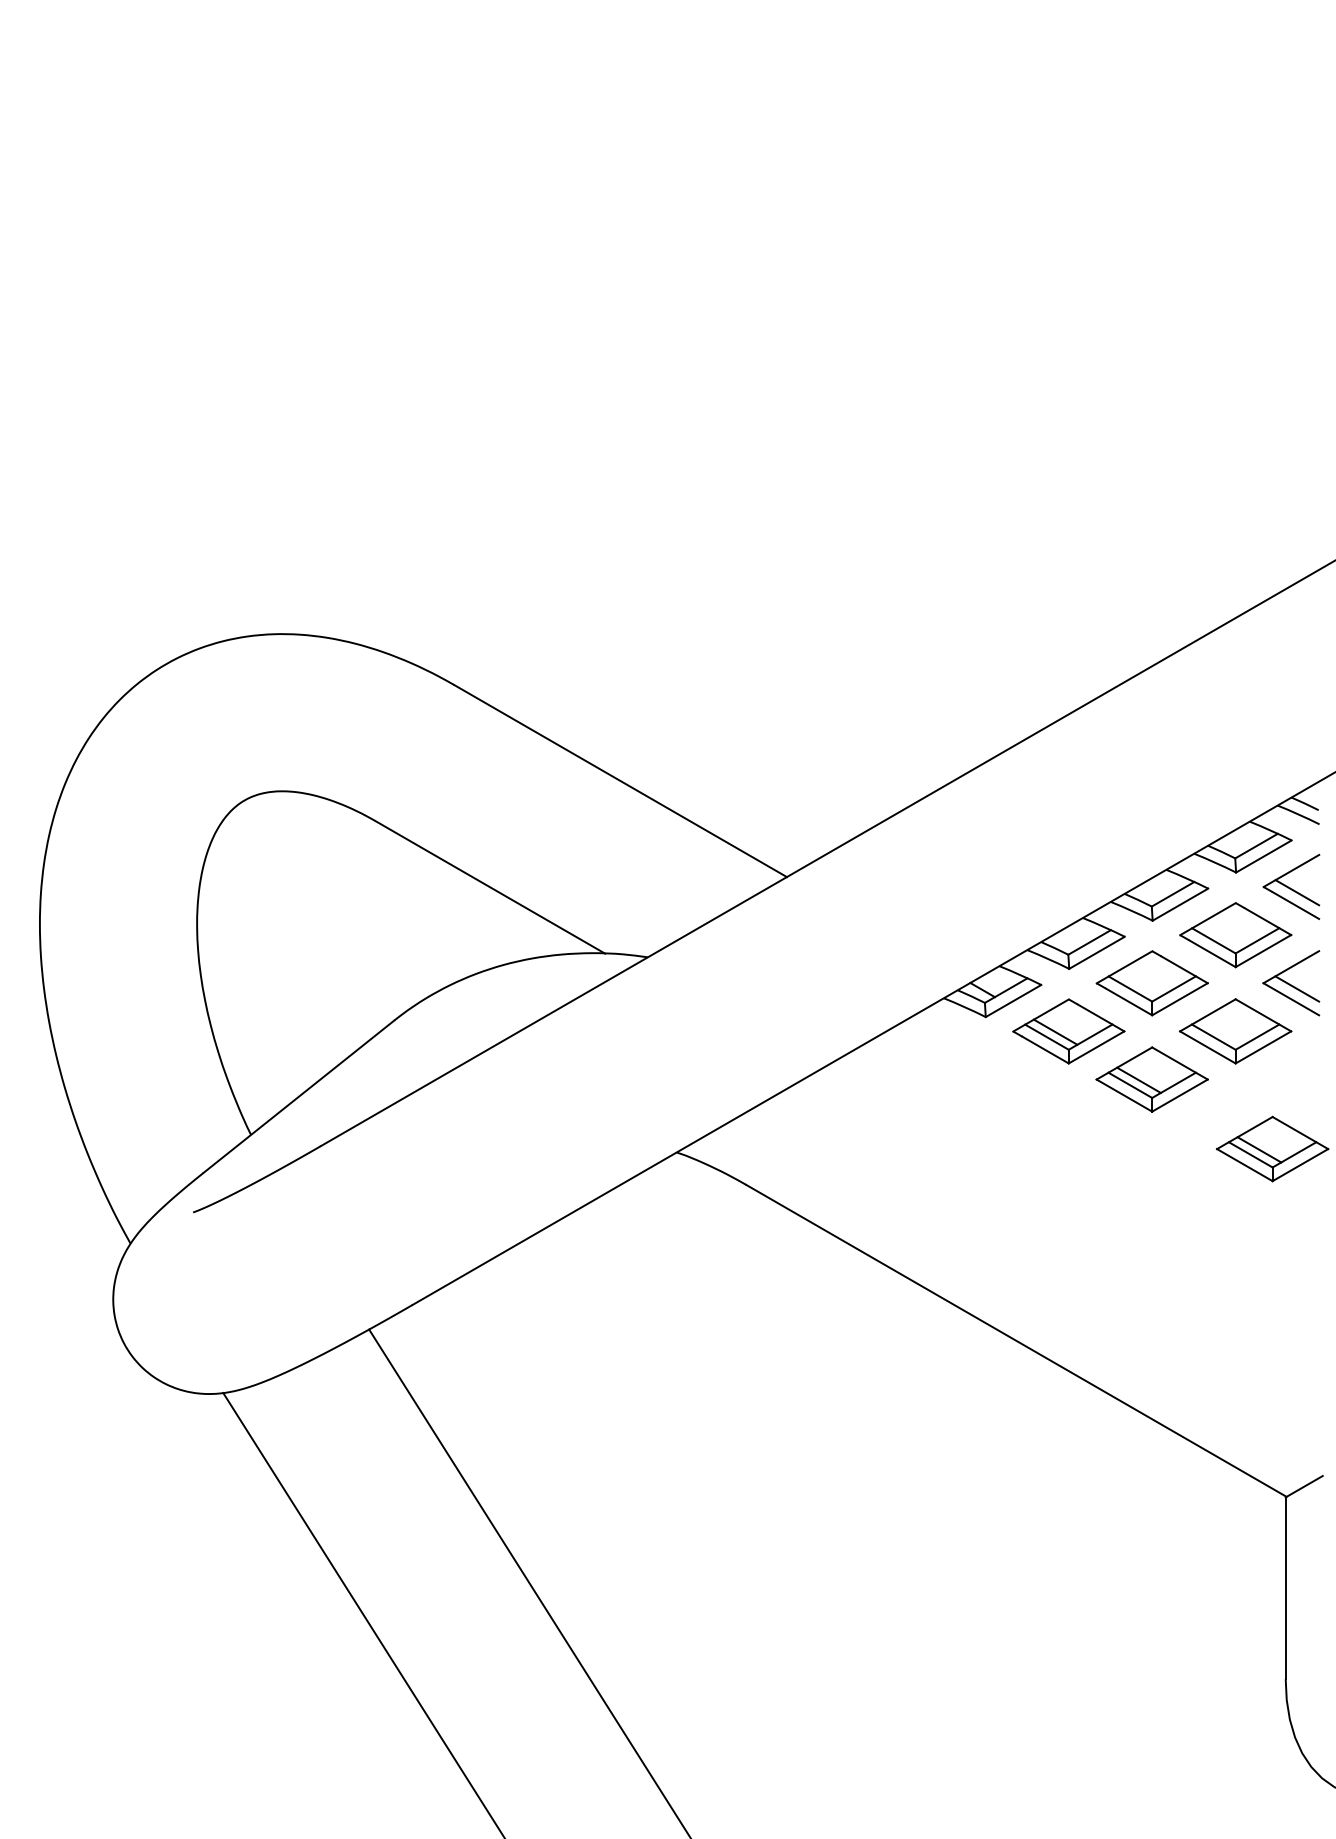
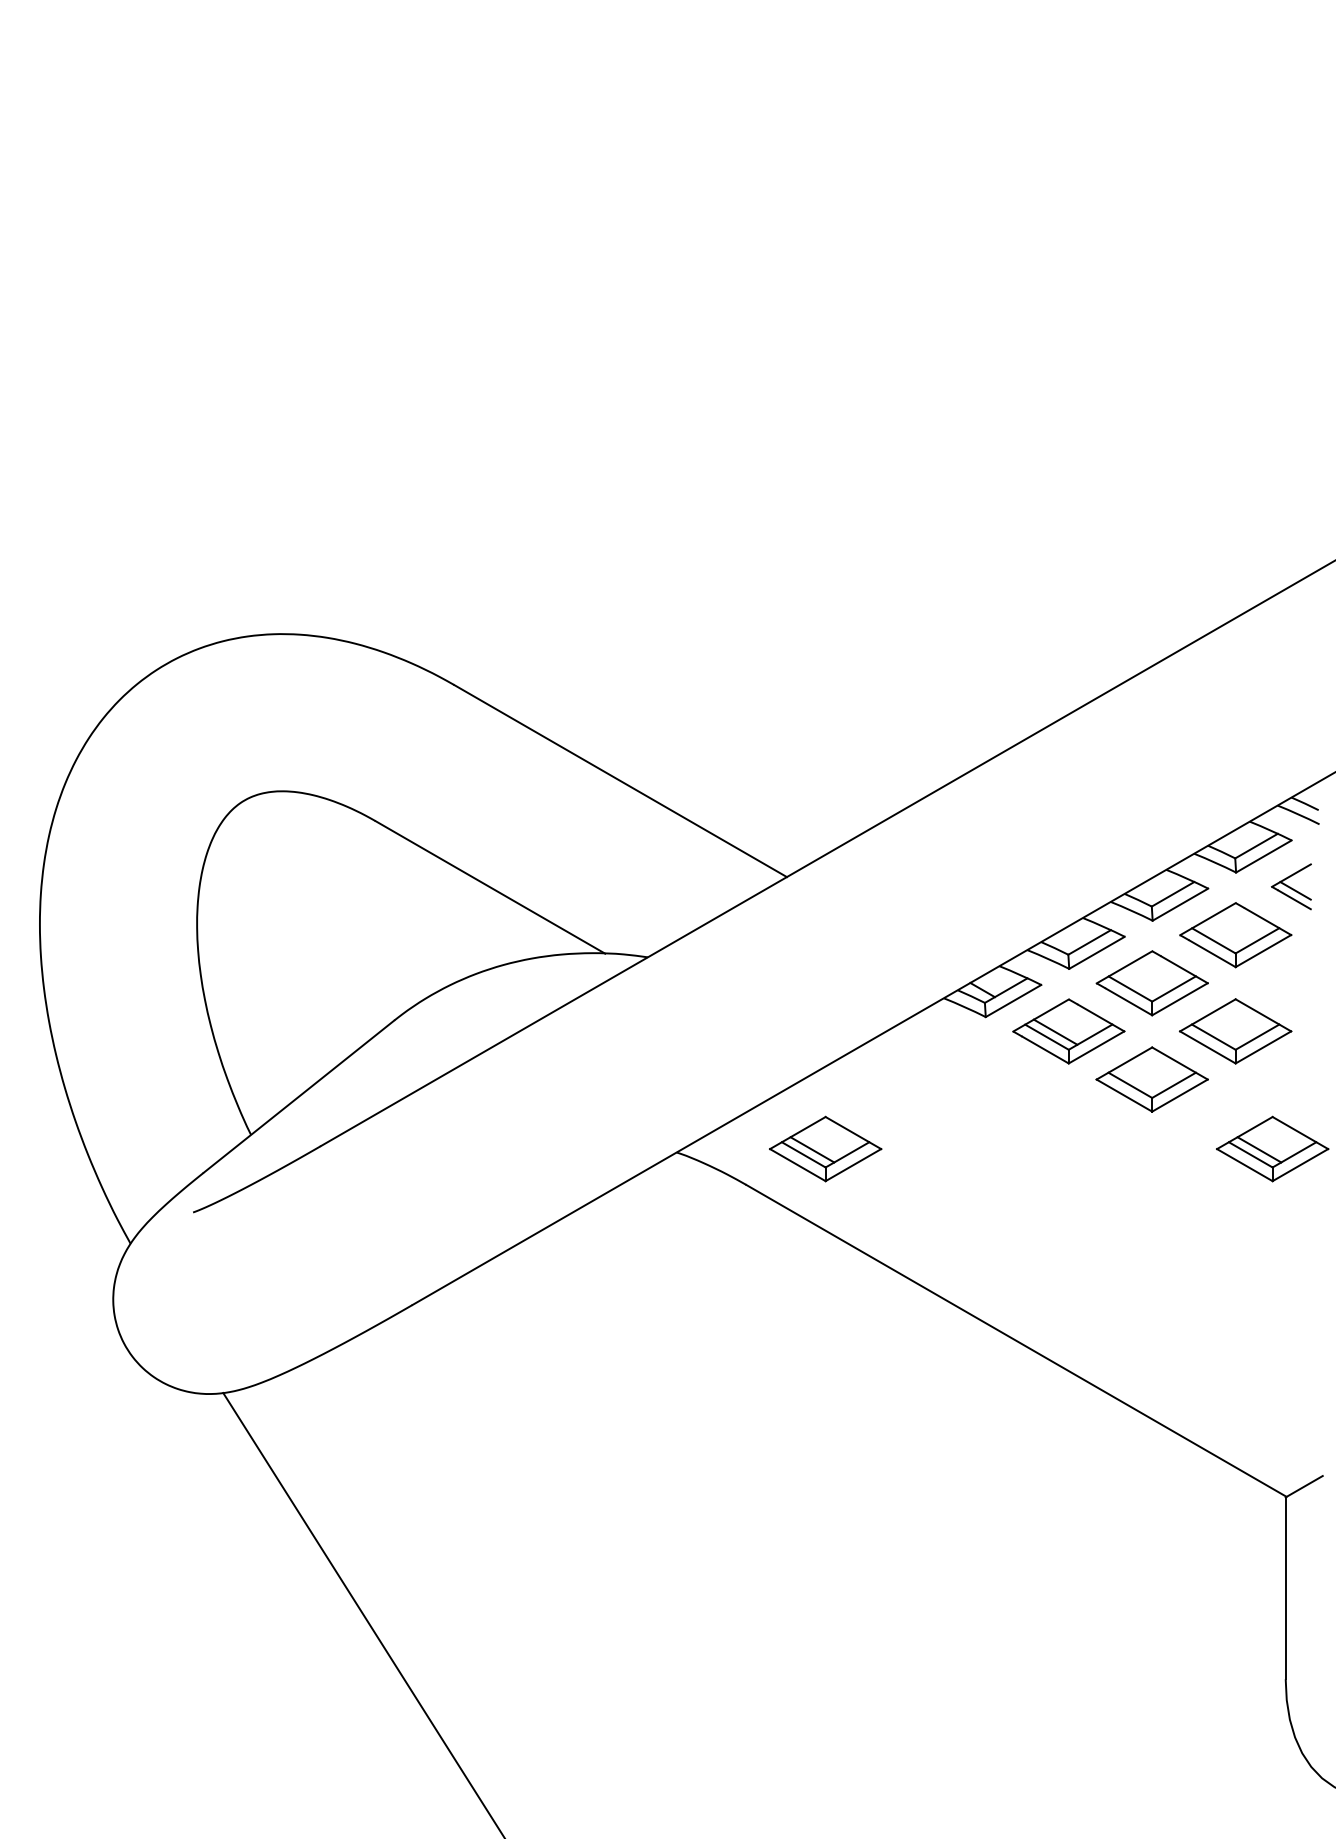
part at (1291, 886) size: 59x67 px -> 41x48 px
part at (1291, 983): present -> none
line at (1138, 1079): present -> none
part at (825, 1148): none -> present
line at (528, 1582): present -> none
